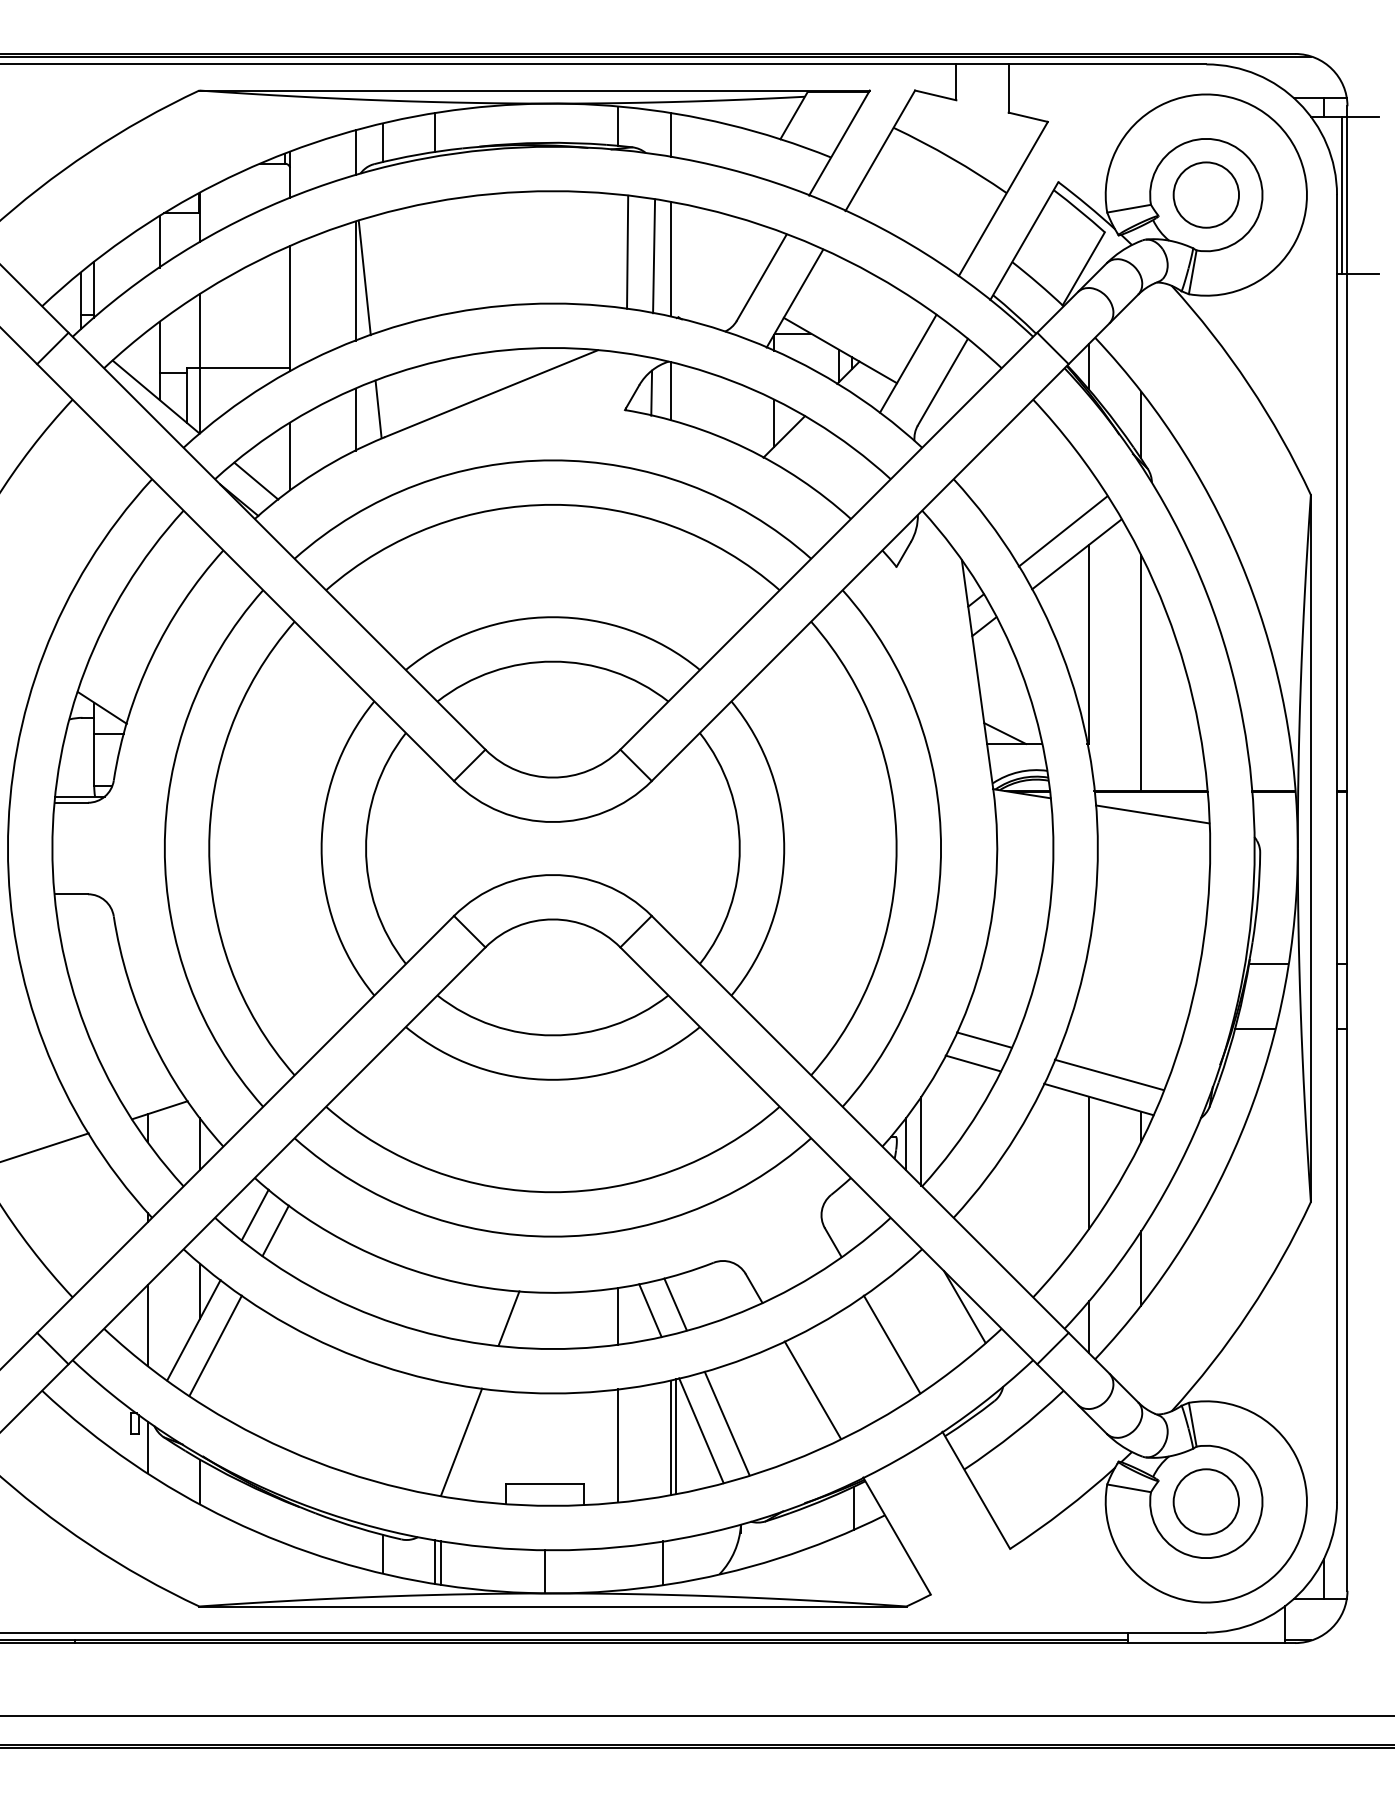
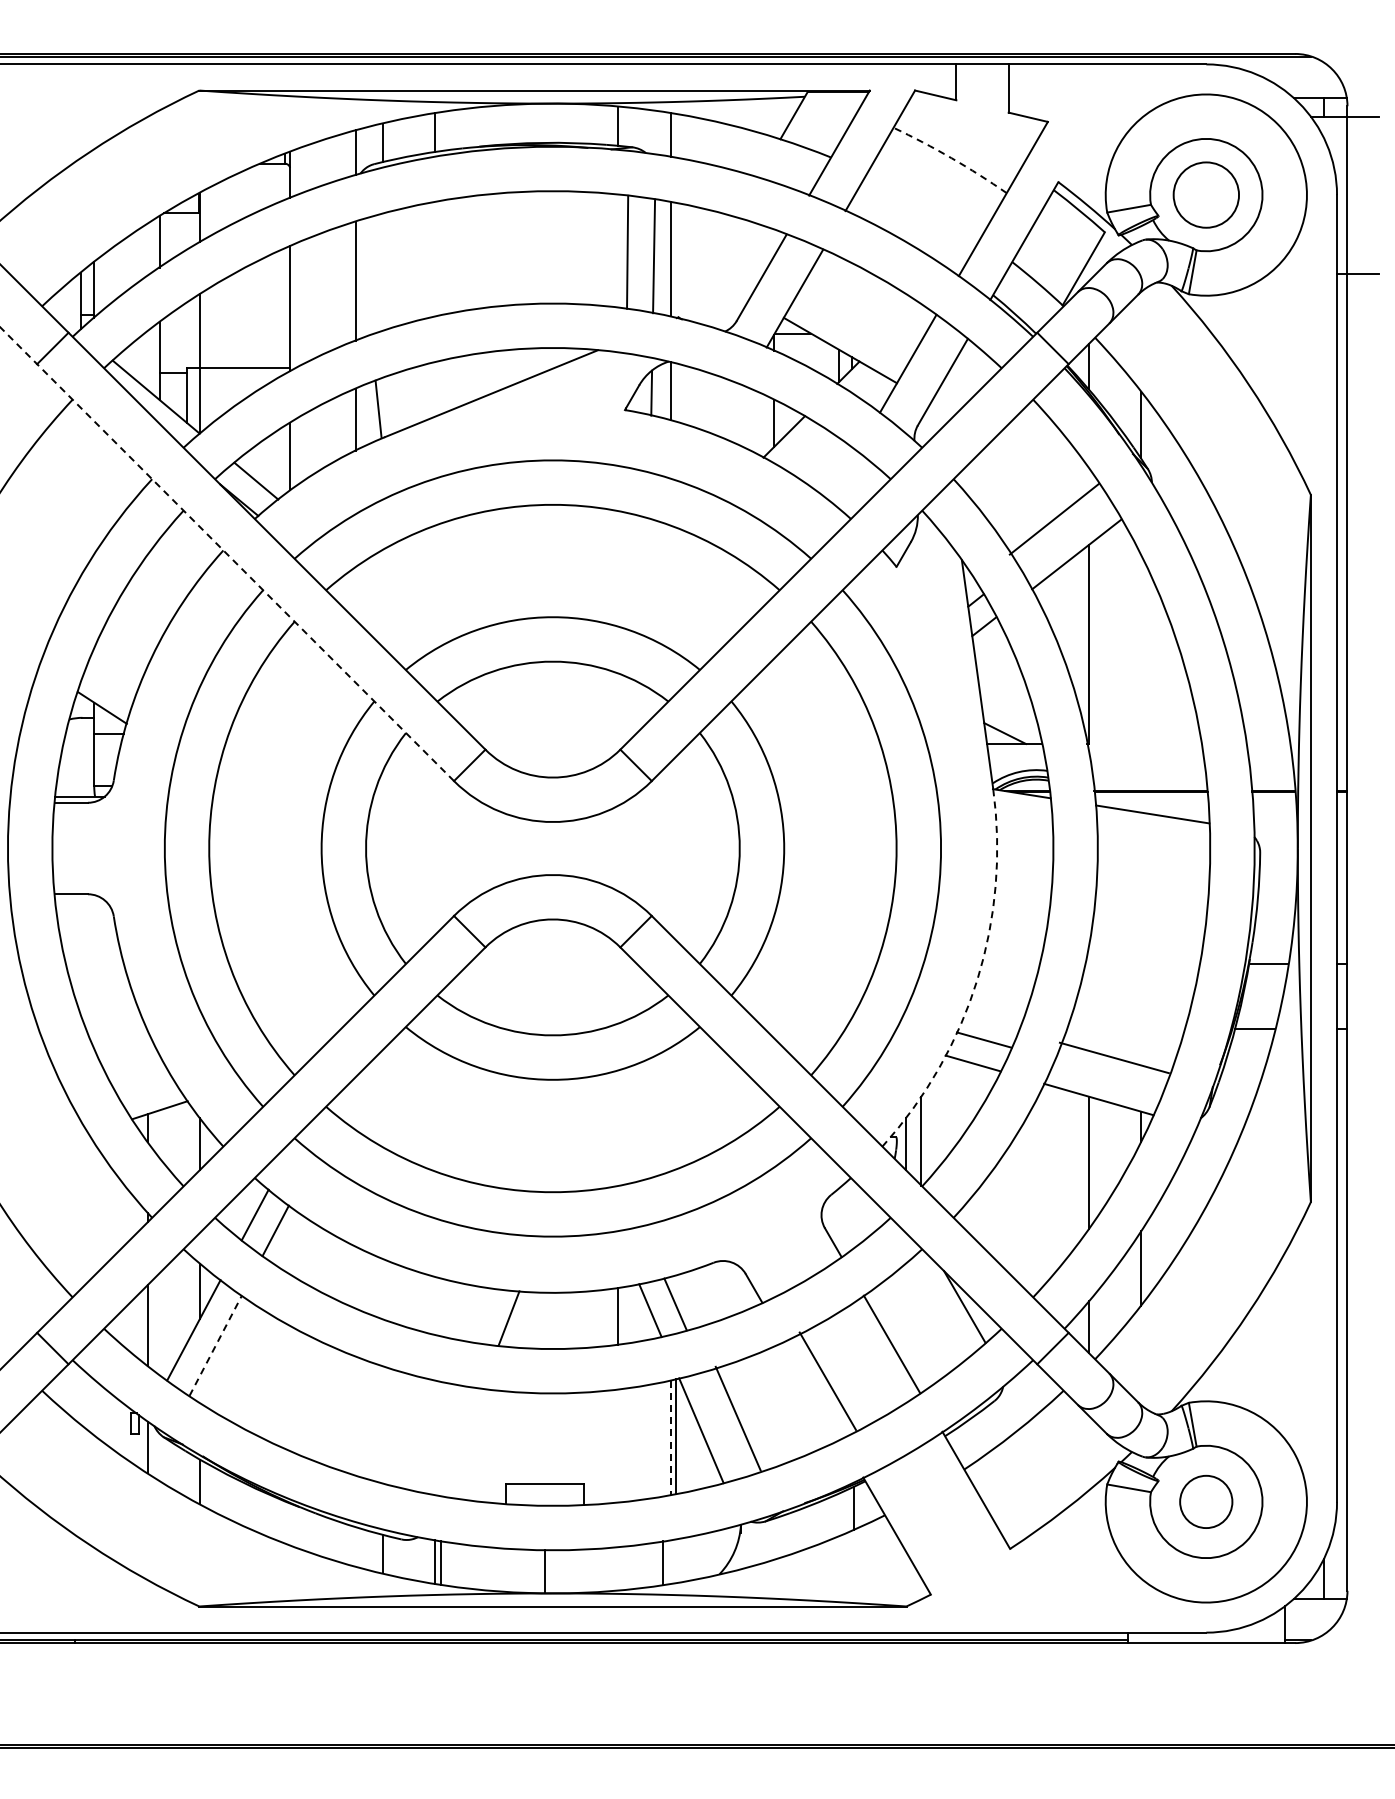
arc at (951, 158): solid -> dashed
line at (1342, 194): present -> none
line at (364, 277): present -> none
line at (1062, 531) position: (1062, 531) -> (1053, 519)
line at (227, 554): solid -> dashed
line at (1141, 673): present -> none
arc at (977, 979): solid -> dashed
line at (1108, 1074) position: (1108, 1074) -> (1113, 1057)
line at (45, 1147): present -> none
line at (215, 1345): solid -> dashed
line at (812, 1389) position: (812, 1389) -> (827, 1380)
line at (726, 1423) position: (726, 1423) -> (737, 1418)
line at (670, 1438): solid -> dashed
line at (461, 1441): present -> none
line at (618, 1445): present -> none
circle at (1205, 1501) size: 68x68 px -> 55x55 px
line at (696, 1716): present -> none
